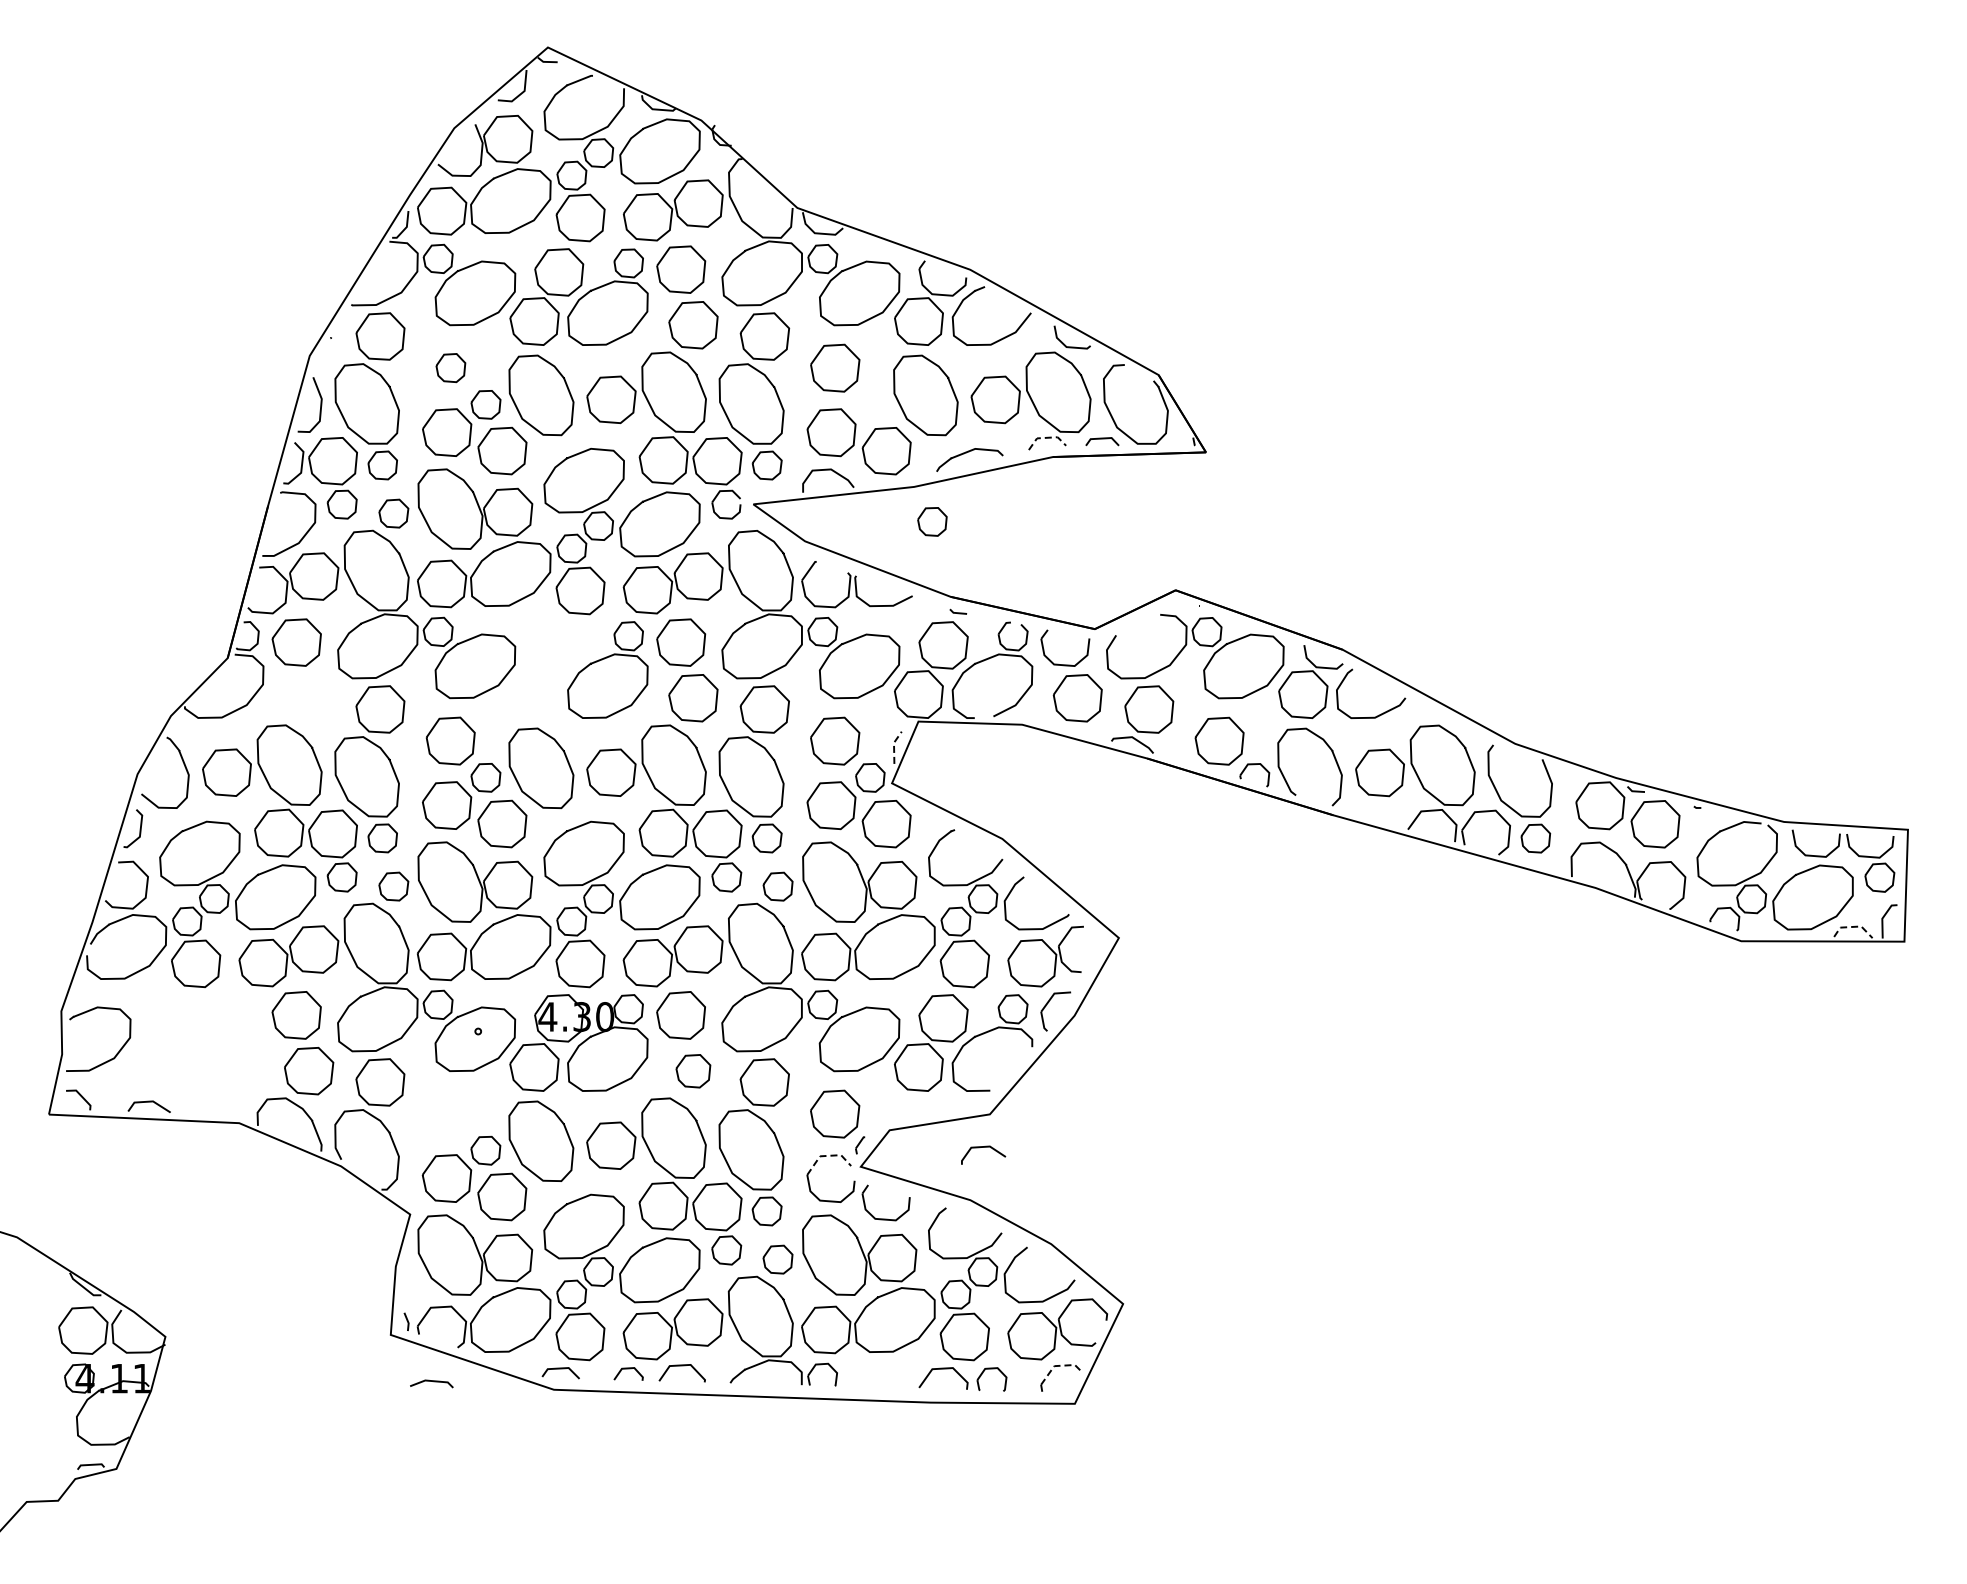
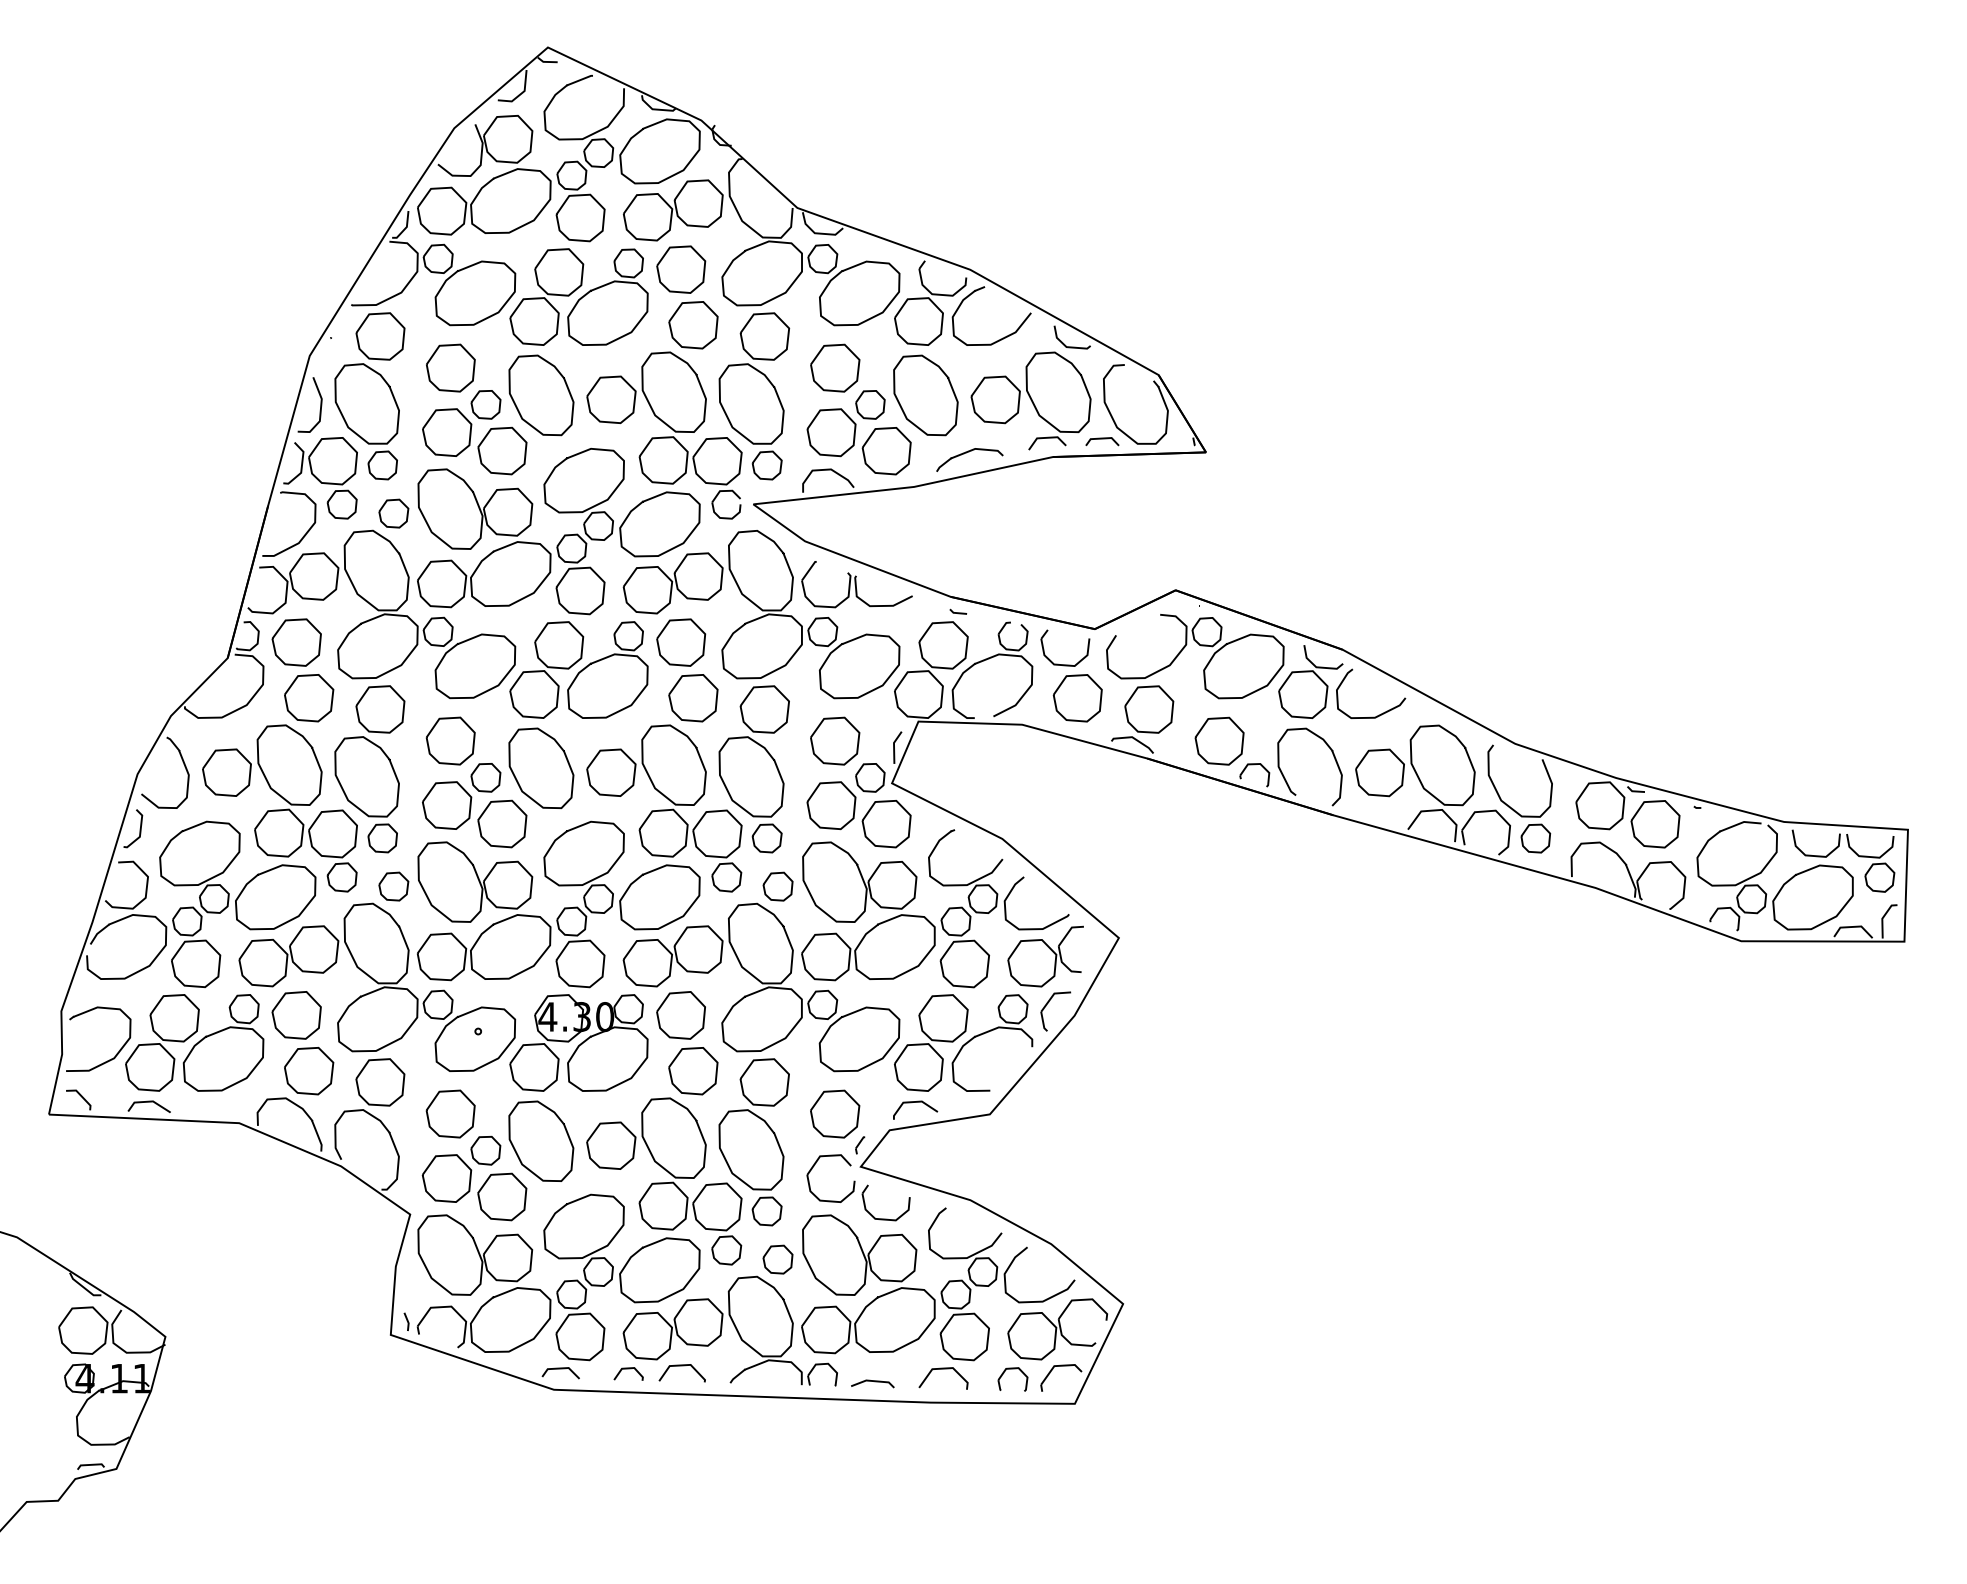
part at (450, 368) size: 32x31 px -> 50x50 px
line at (1046, 437): dashed -> solid
part at (932, 521) position: (932, 521) -> (870, 404)
part at (546, 669): none -> present
part at (309, 698): none -> present
line at (894, 745): dashed -> solid
line at (1853, 926): dashed -> solid
part at (194, 1042): none -> present
part at (693, 1071) size: 37x35 px -> 51x49 px
part at (450, 1113): none -> present
line at (983, 1147) position: (983, 1147) -> (915, 1102)
line at (826, 1155): dashed -> solid
line at (1058, 1365): dashed -> solid
part at (991, 1369) position: (991, 1369) -> (1012, 1369)
line at (431, 1381) position: (431, 1381) -> (872, 1381)
